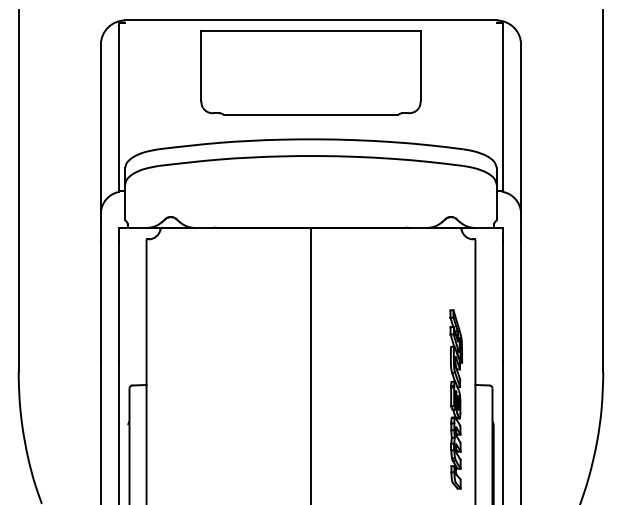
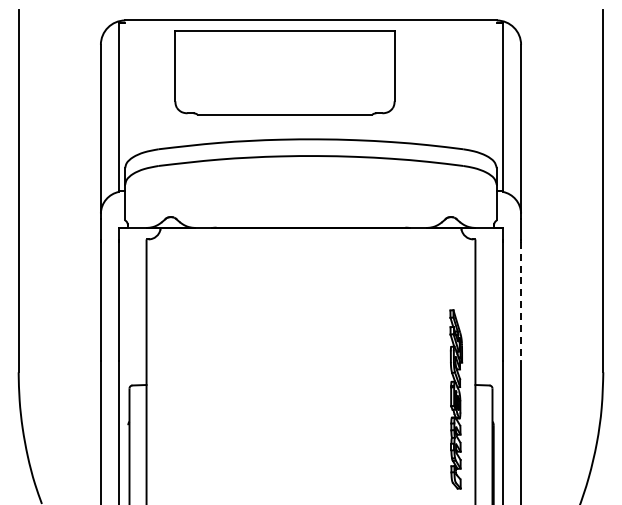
part at (310, 72) position: (310, 72) -> (284, 72)
line at (521, 301): solid -> dashed
line at (311, 364): present -> none
